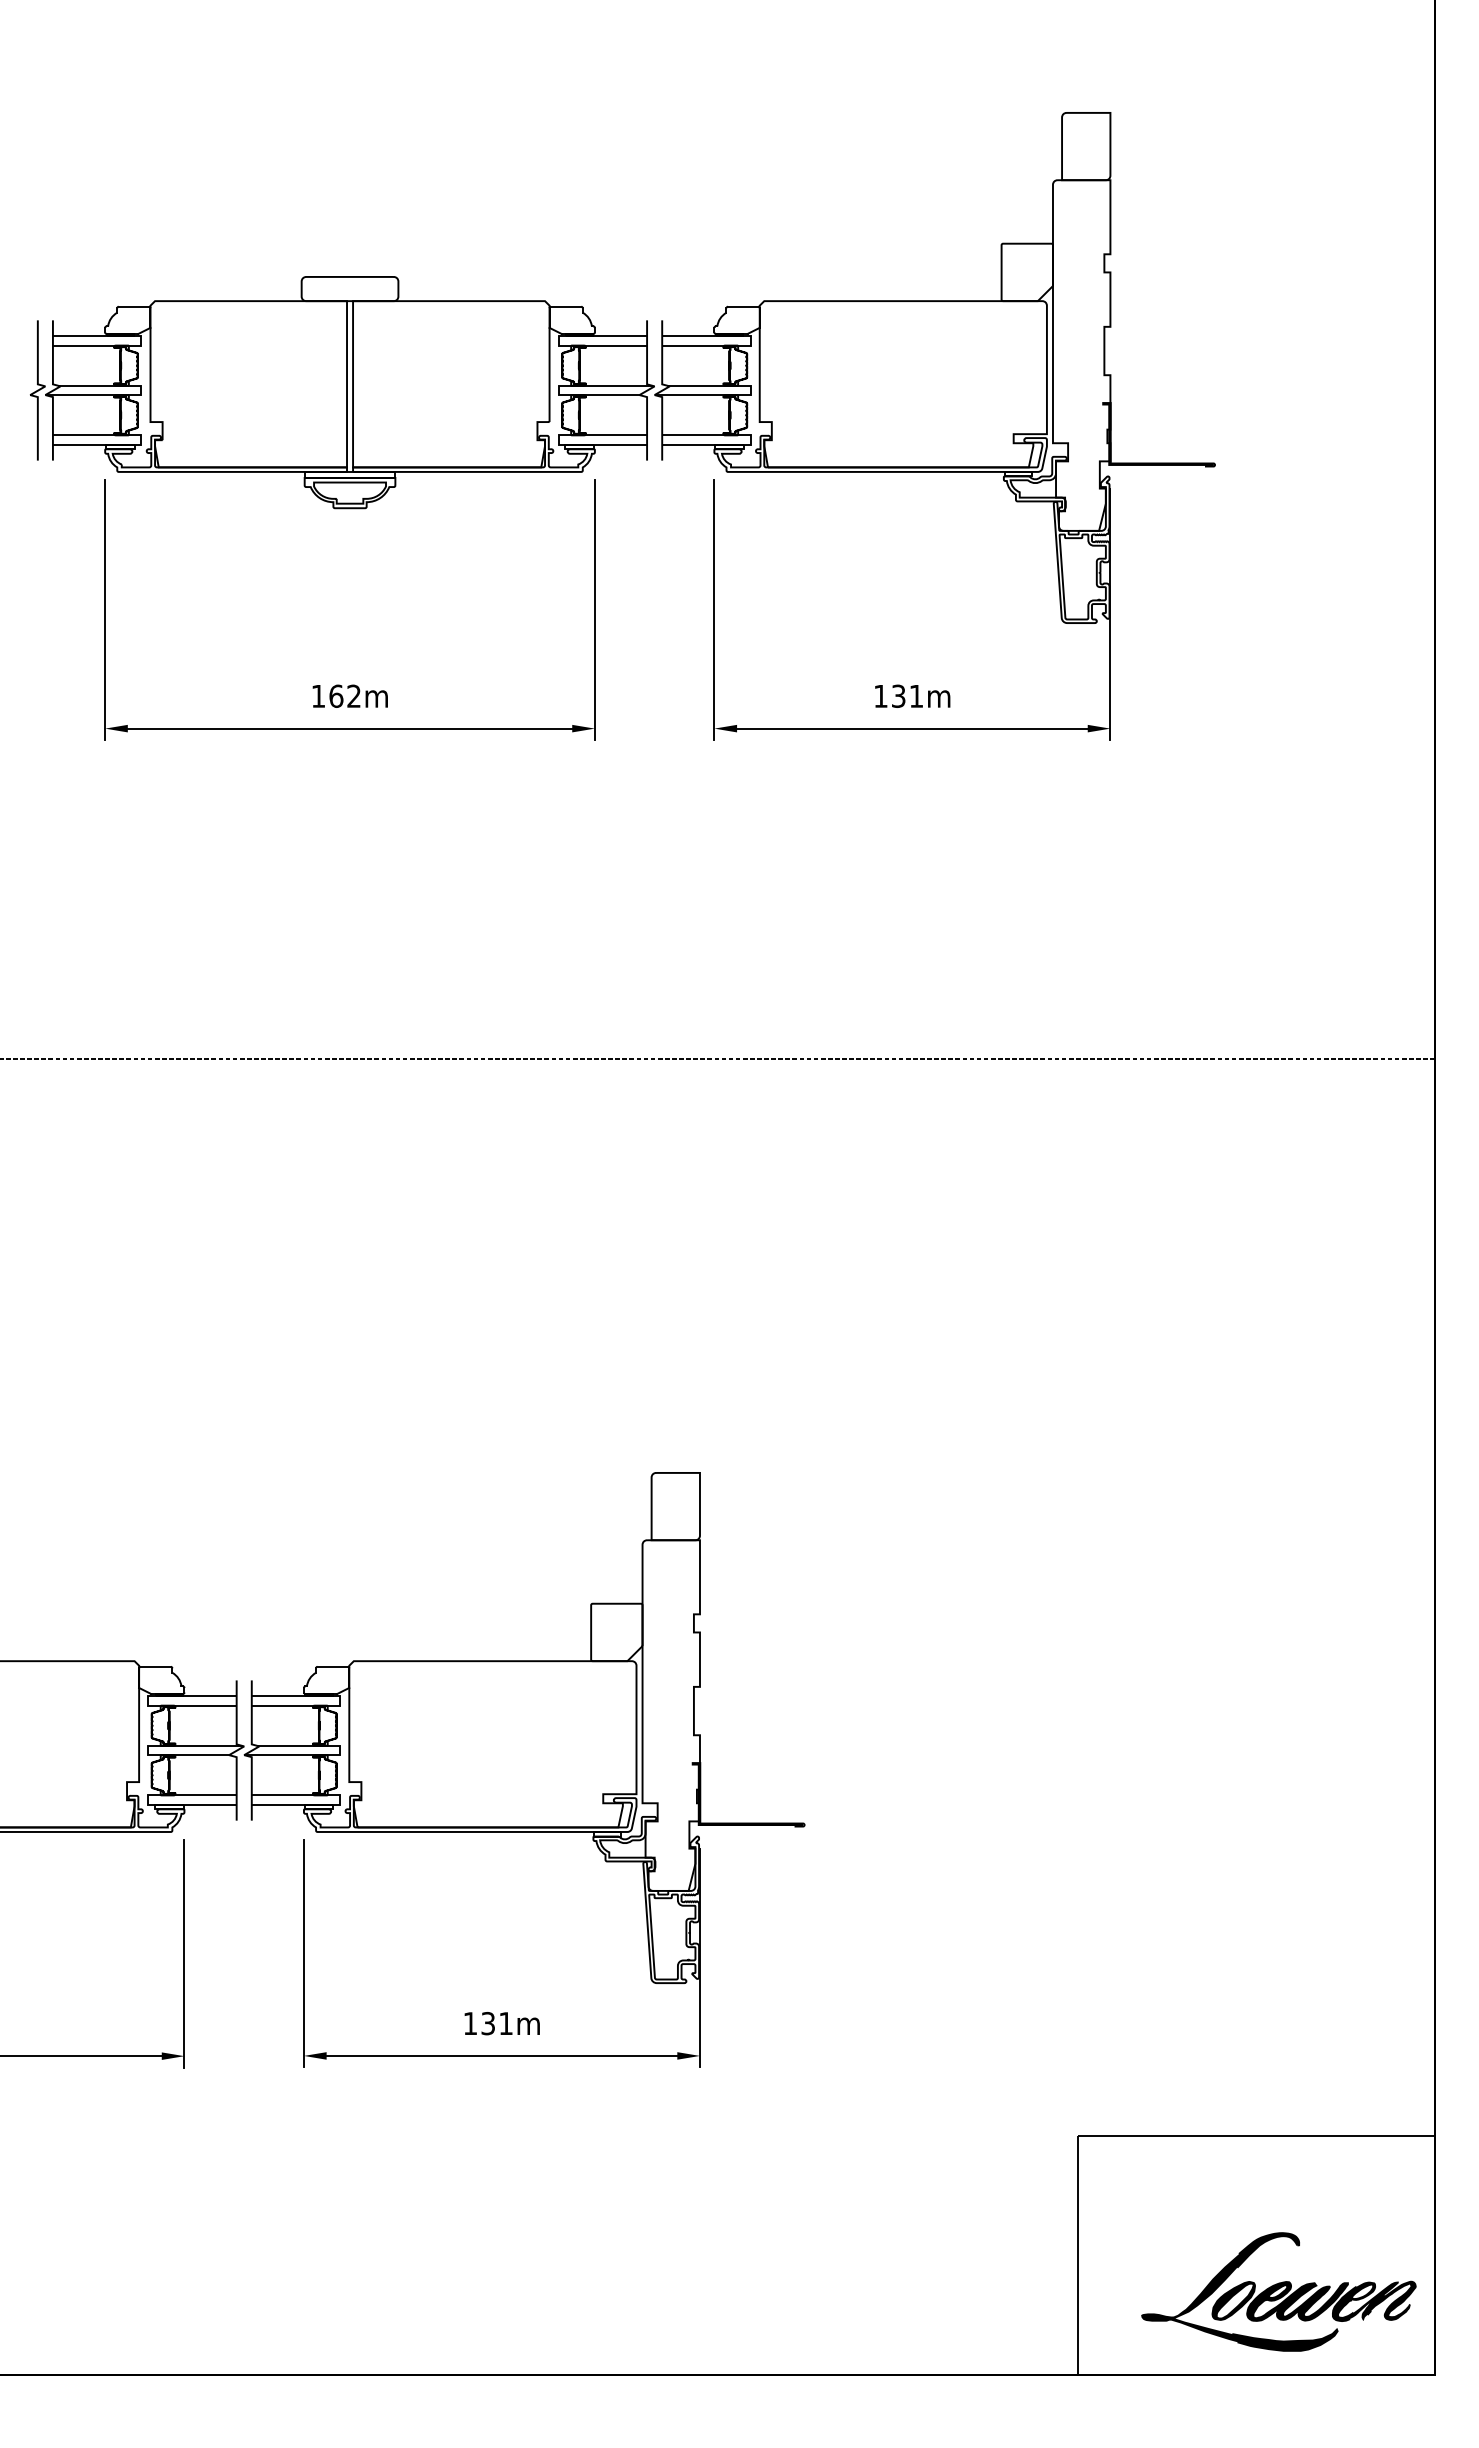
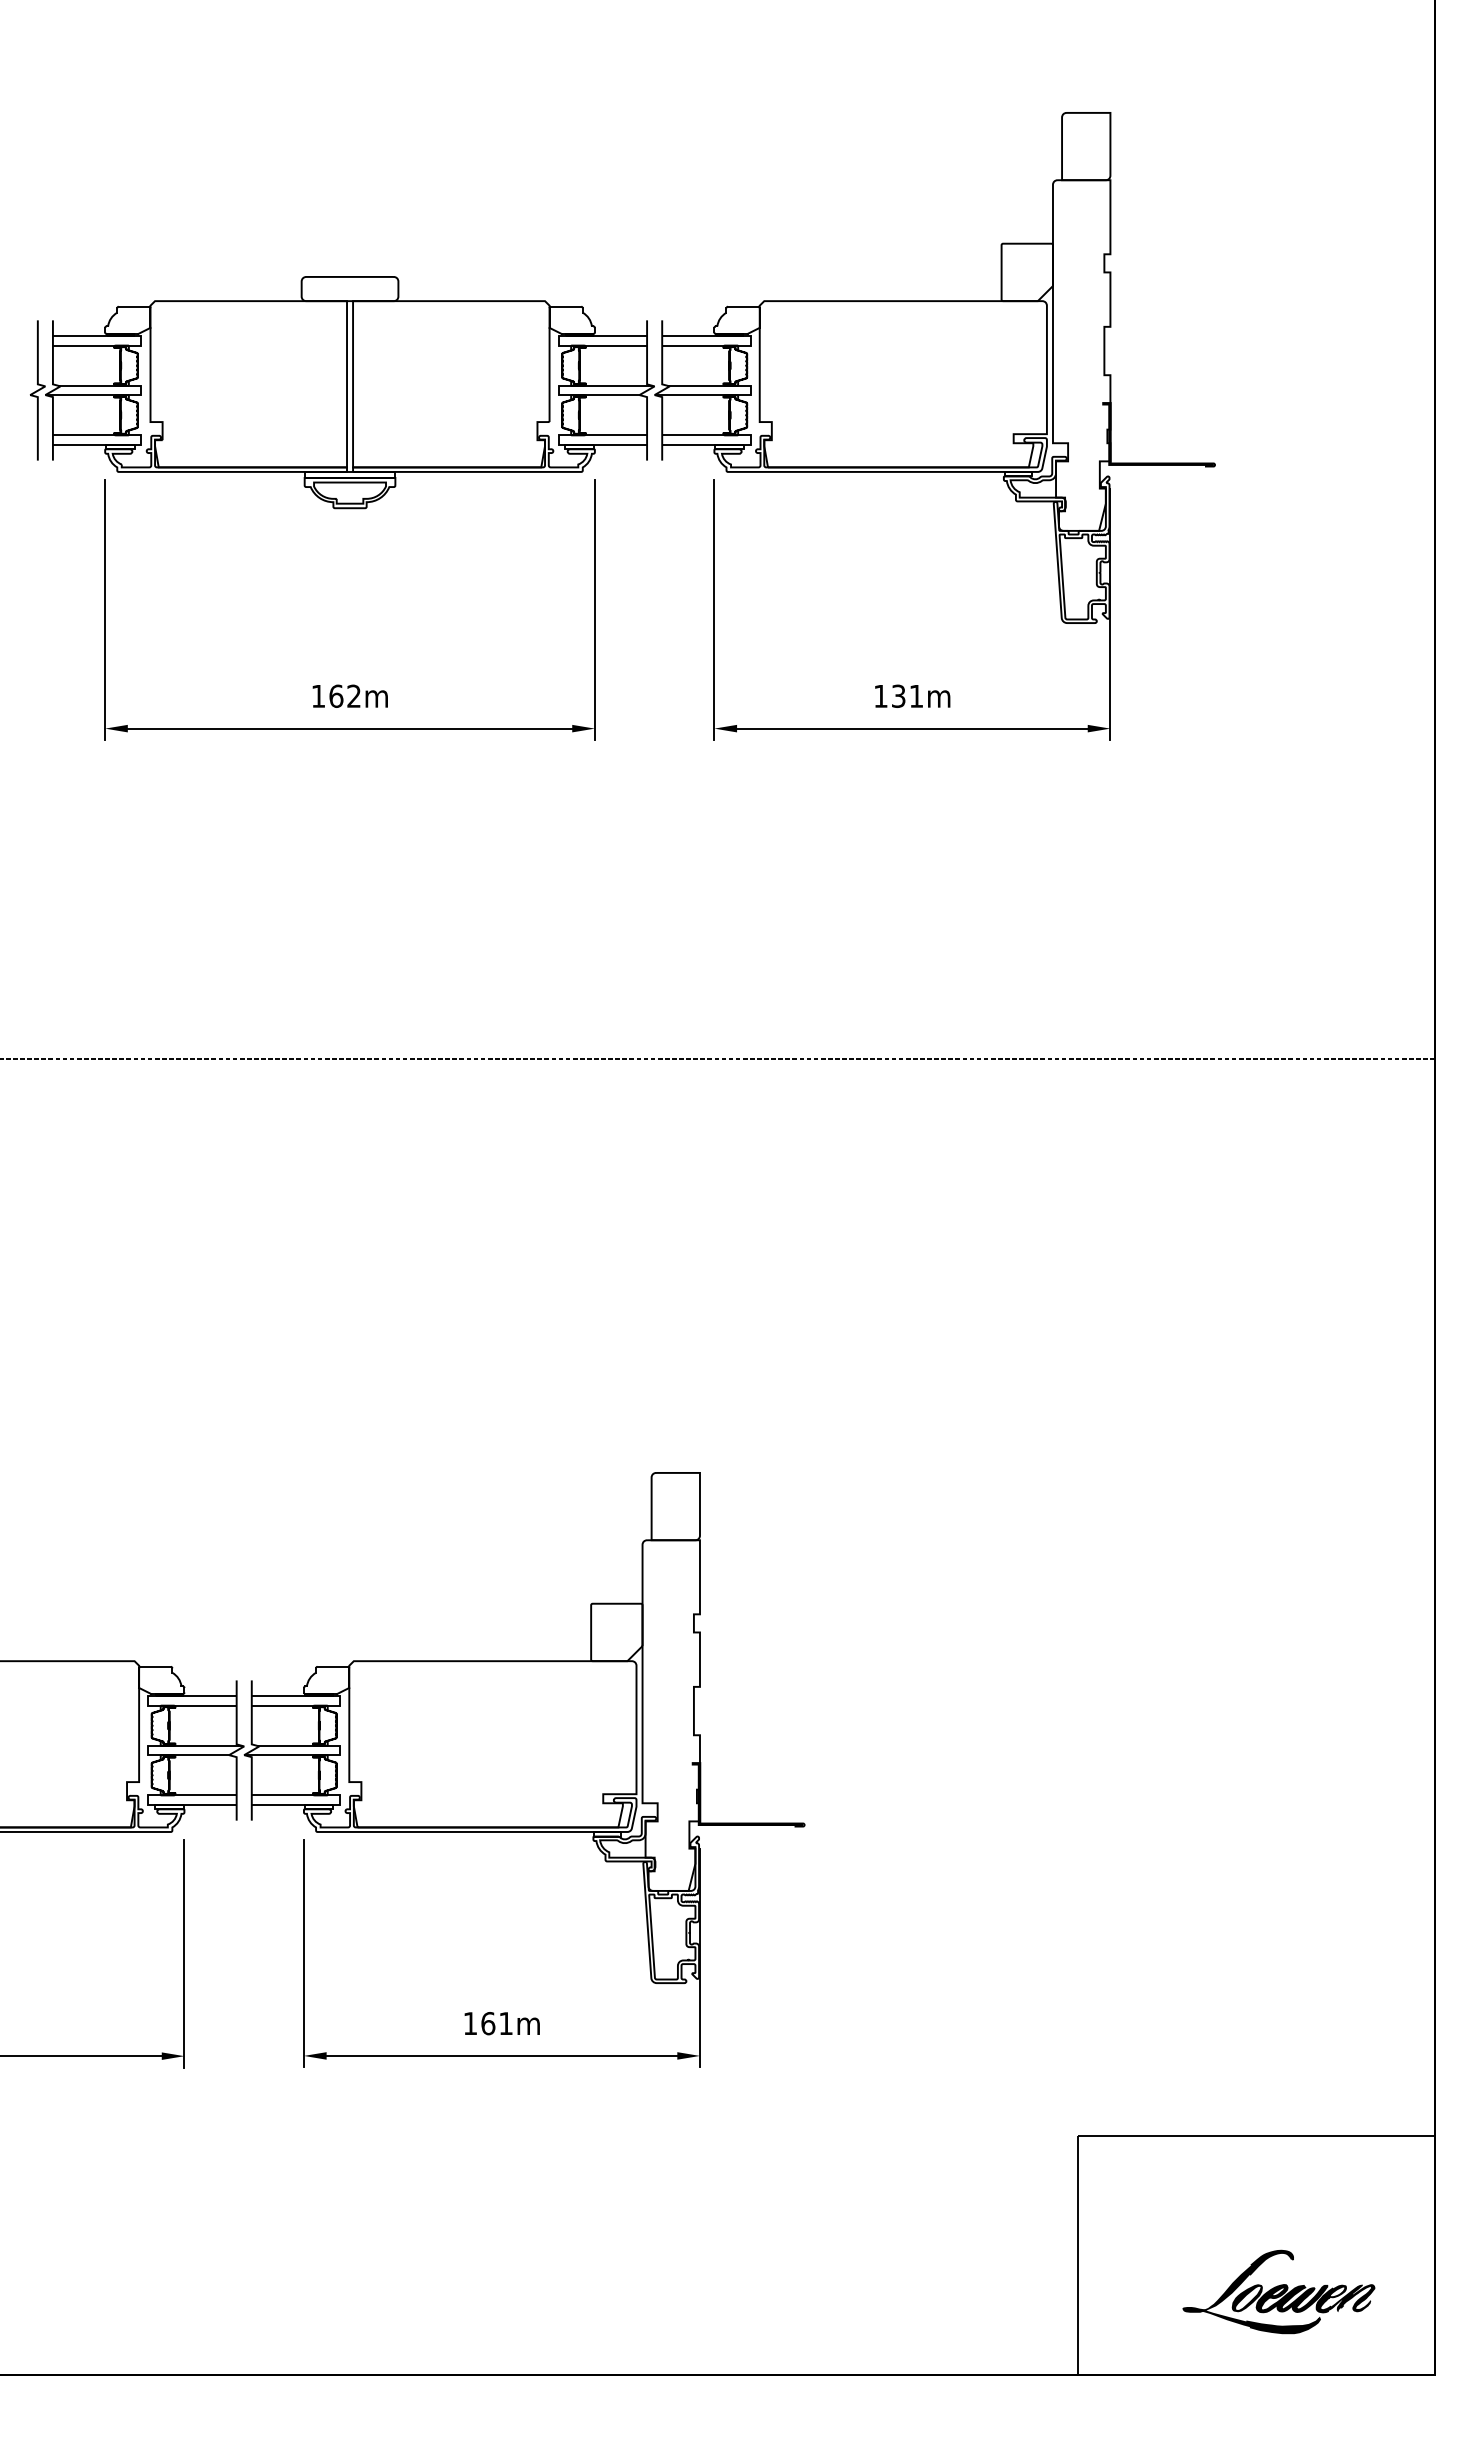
text at (488, 2023): 131m -> 161m
part at (1278, 2291) size: 276x120 px -> 194x86 px
